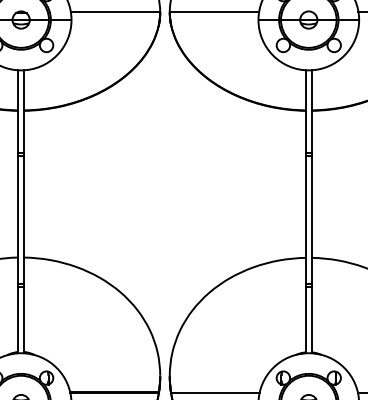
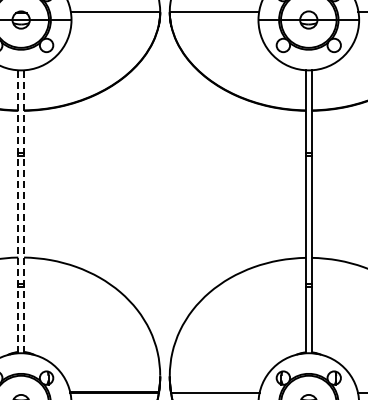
line at (18, 211): solid -> dashed
line at (24, 211): solid -> dashed
